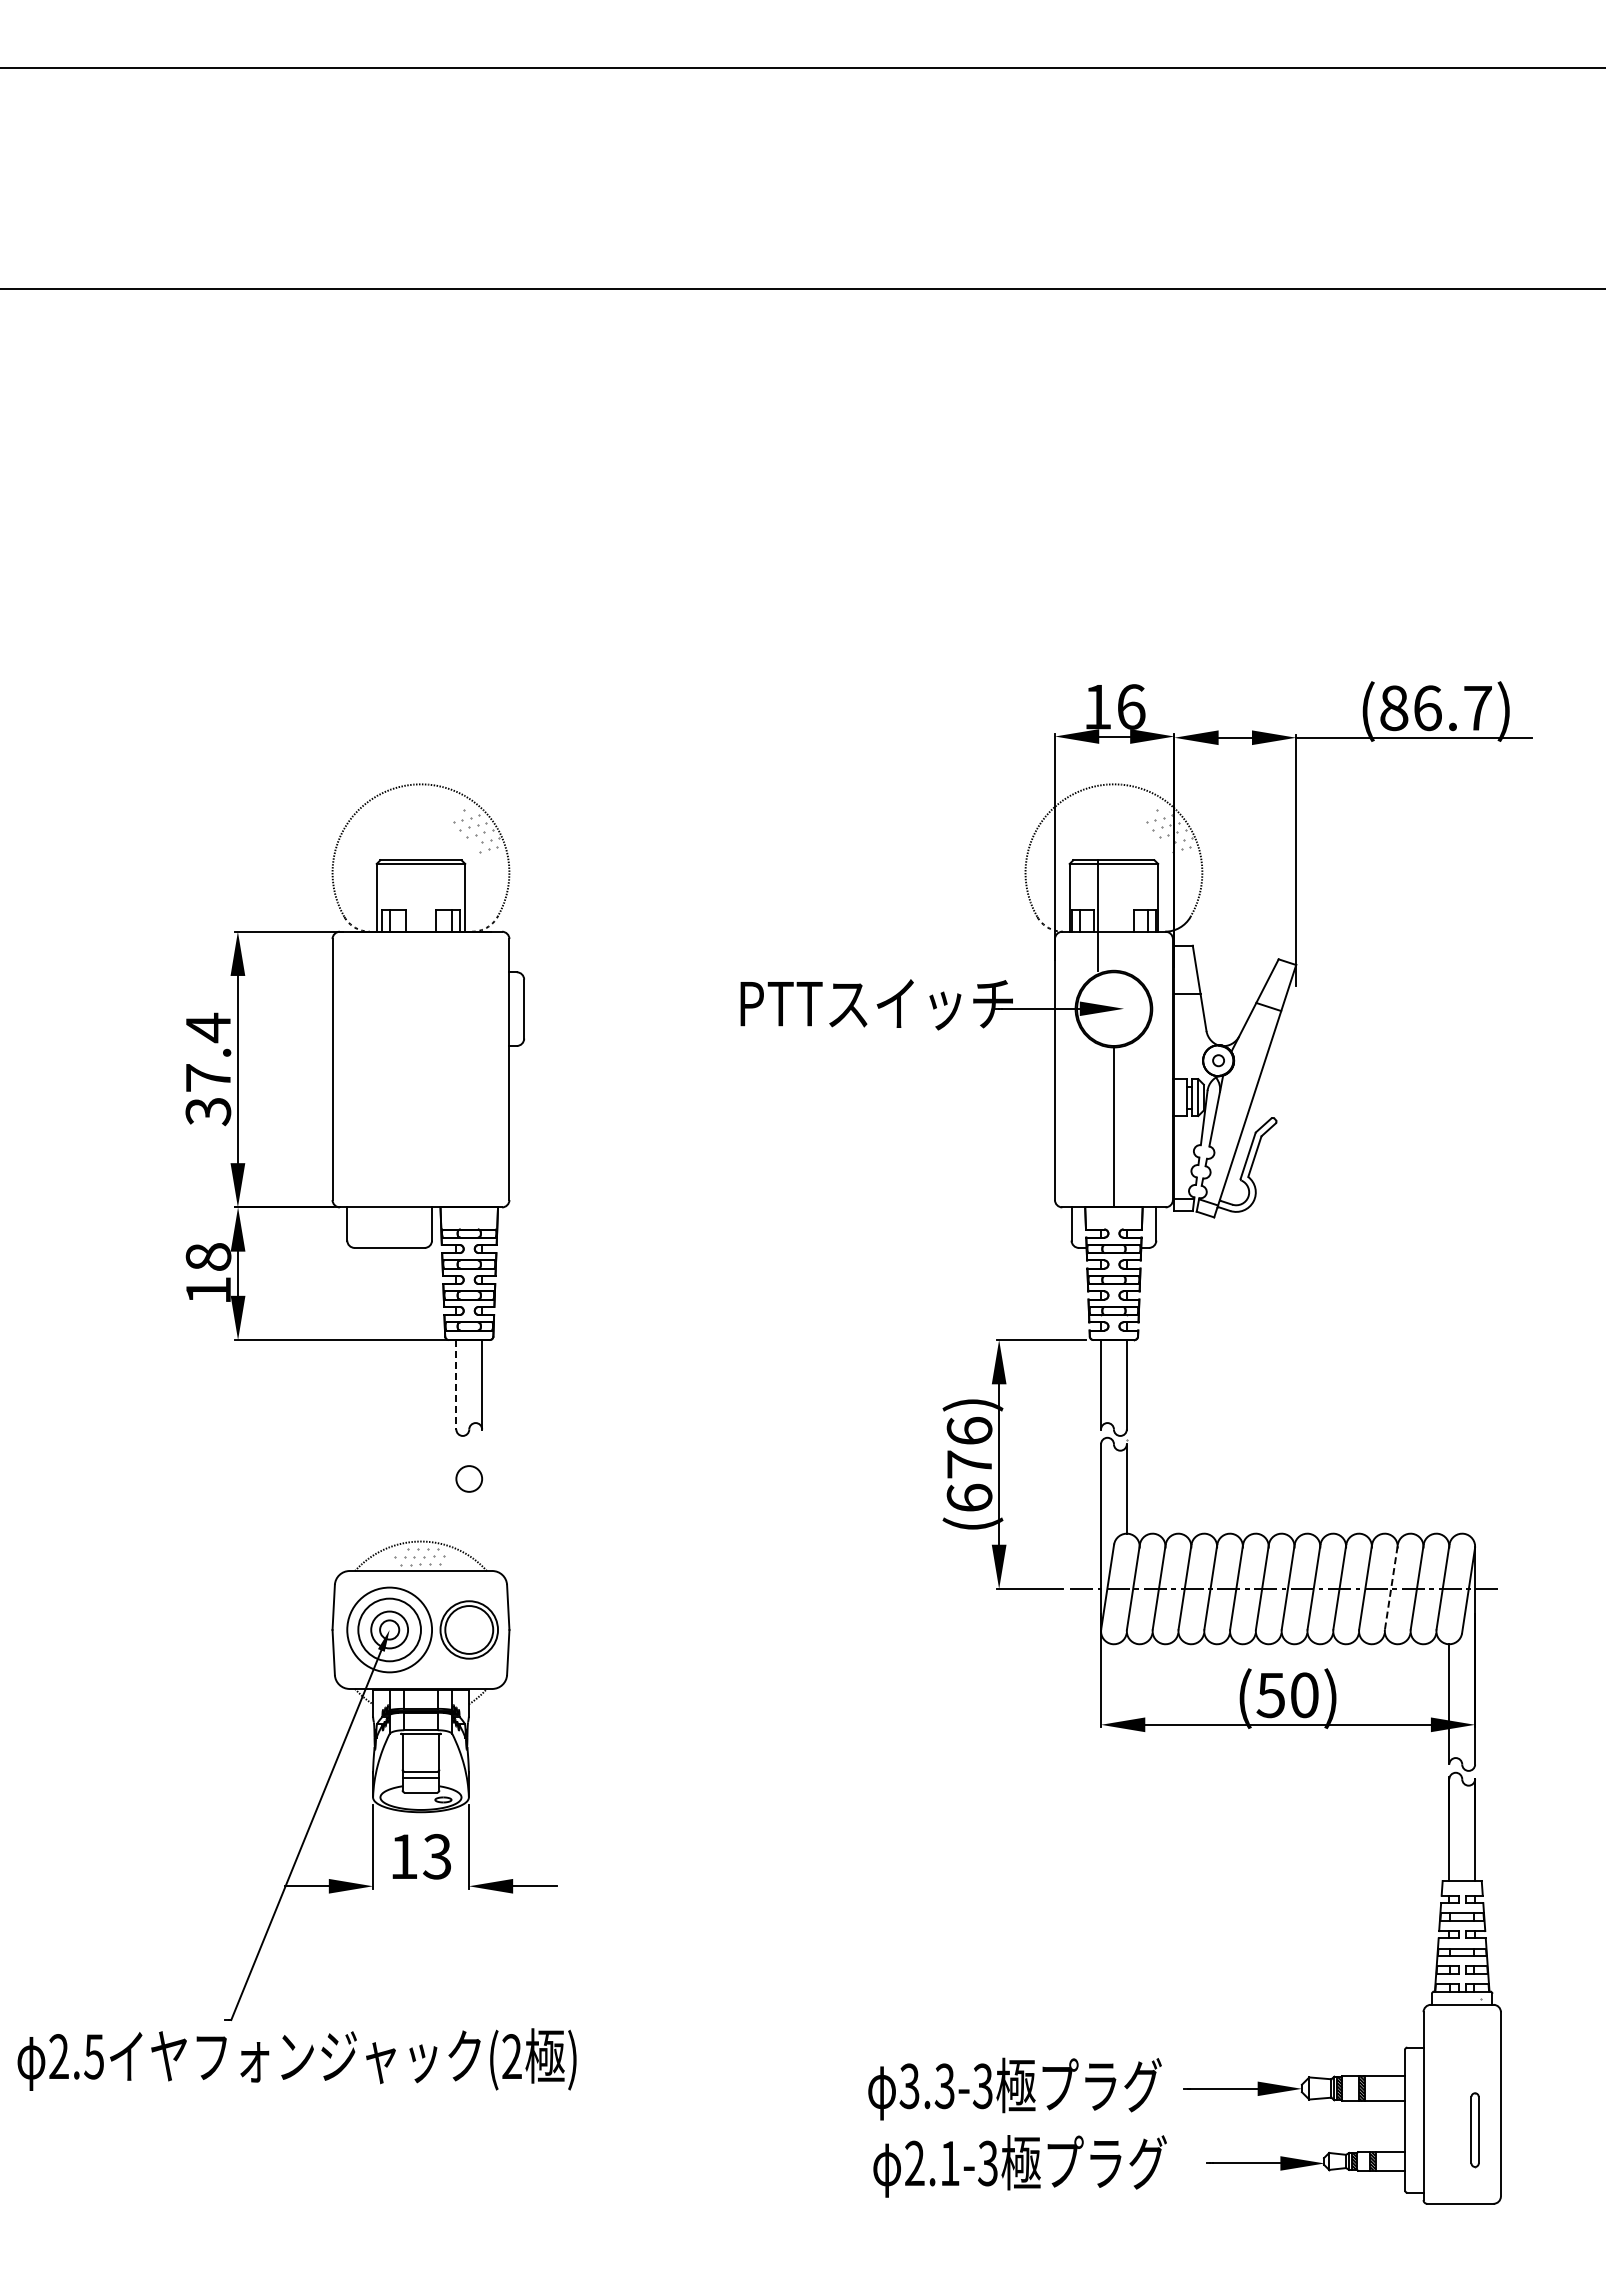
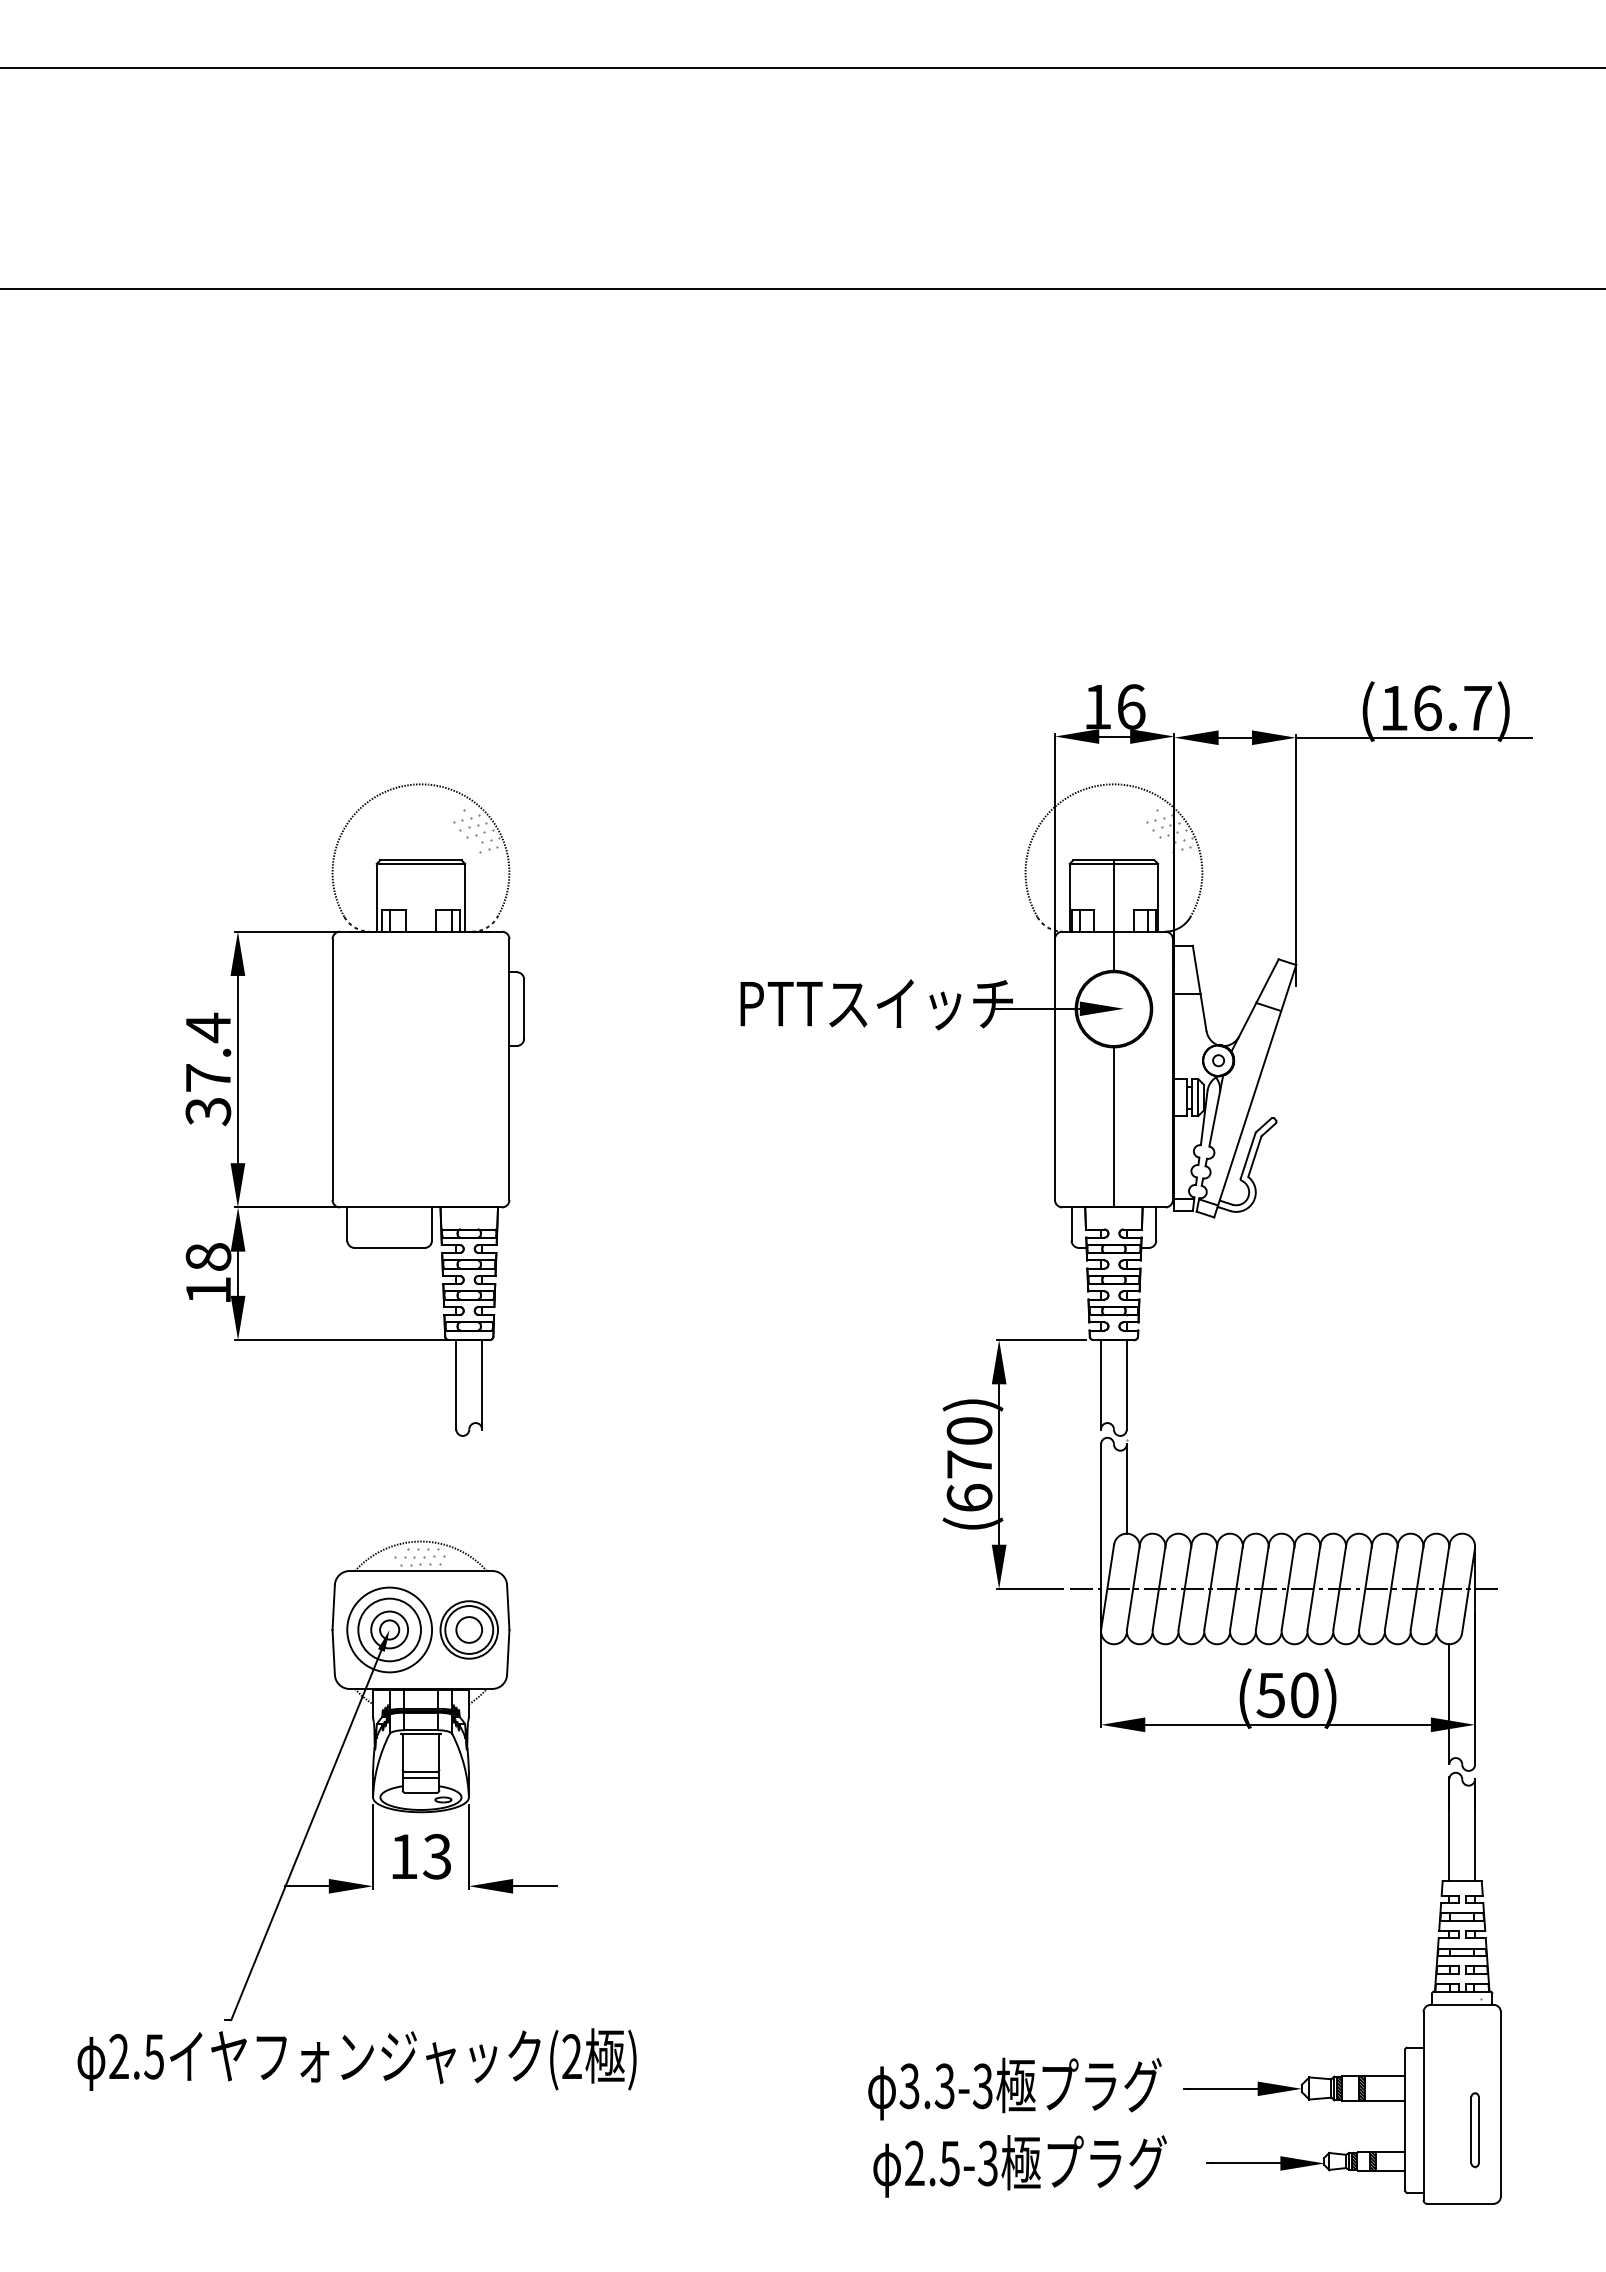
text at (1394, 708): (86.7) -> (16.7)
line at (1097, 915) position: (1097, 915) -> (1113, 915)
line at (456, 1384): dashed -> solid
text at (969, 1430): (676) -> (670)
circle at (468, 1478) position: (468, 1478) -> (468, 1629)
line at (1391, 1587): dashed -> solid
text at (296, 2059) position: (296, 2059) -> (356, 2059)
text at (949, 2163): 2.1-3 -> 2.5-3
